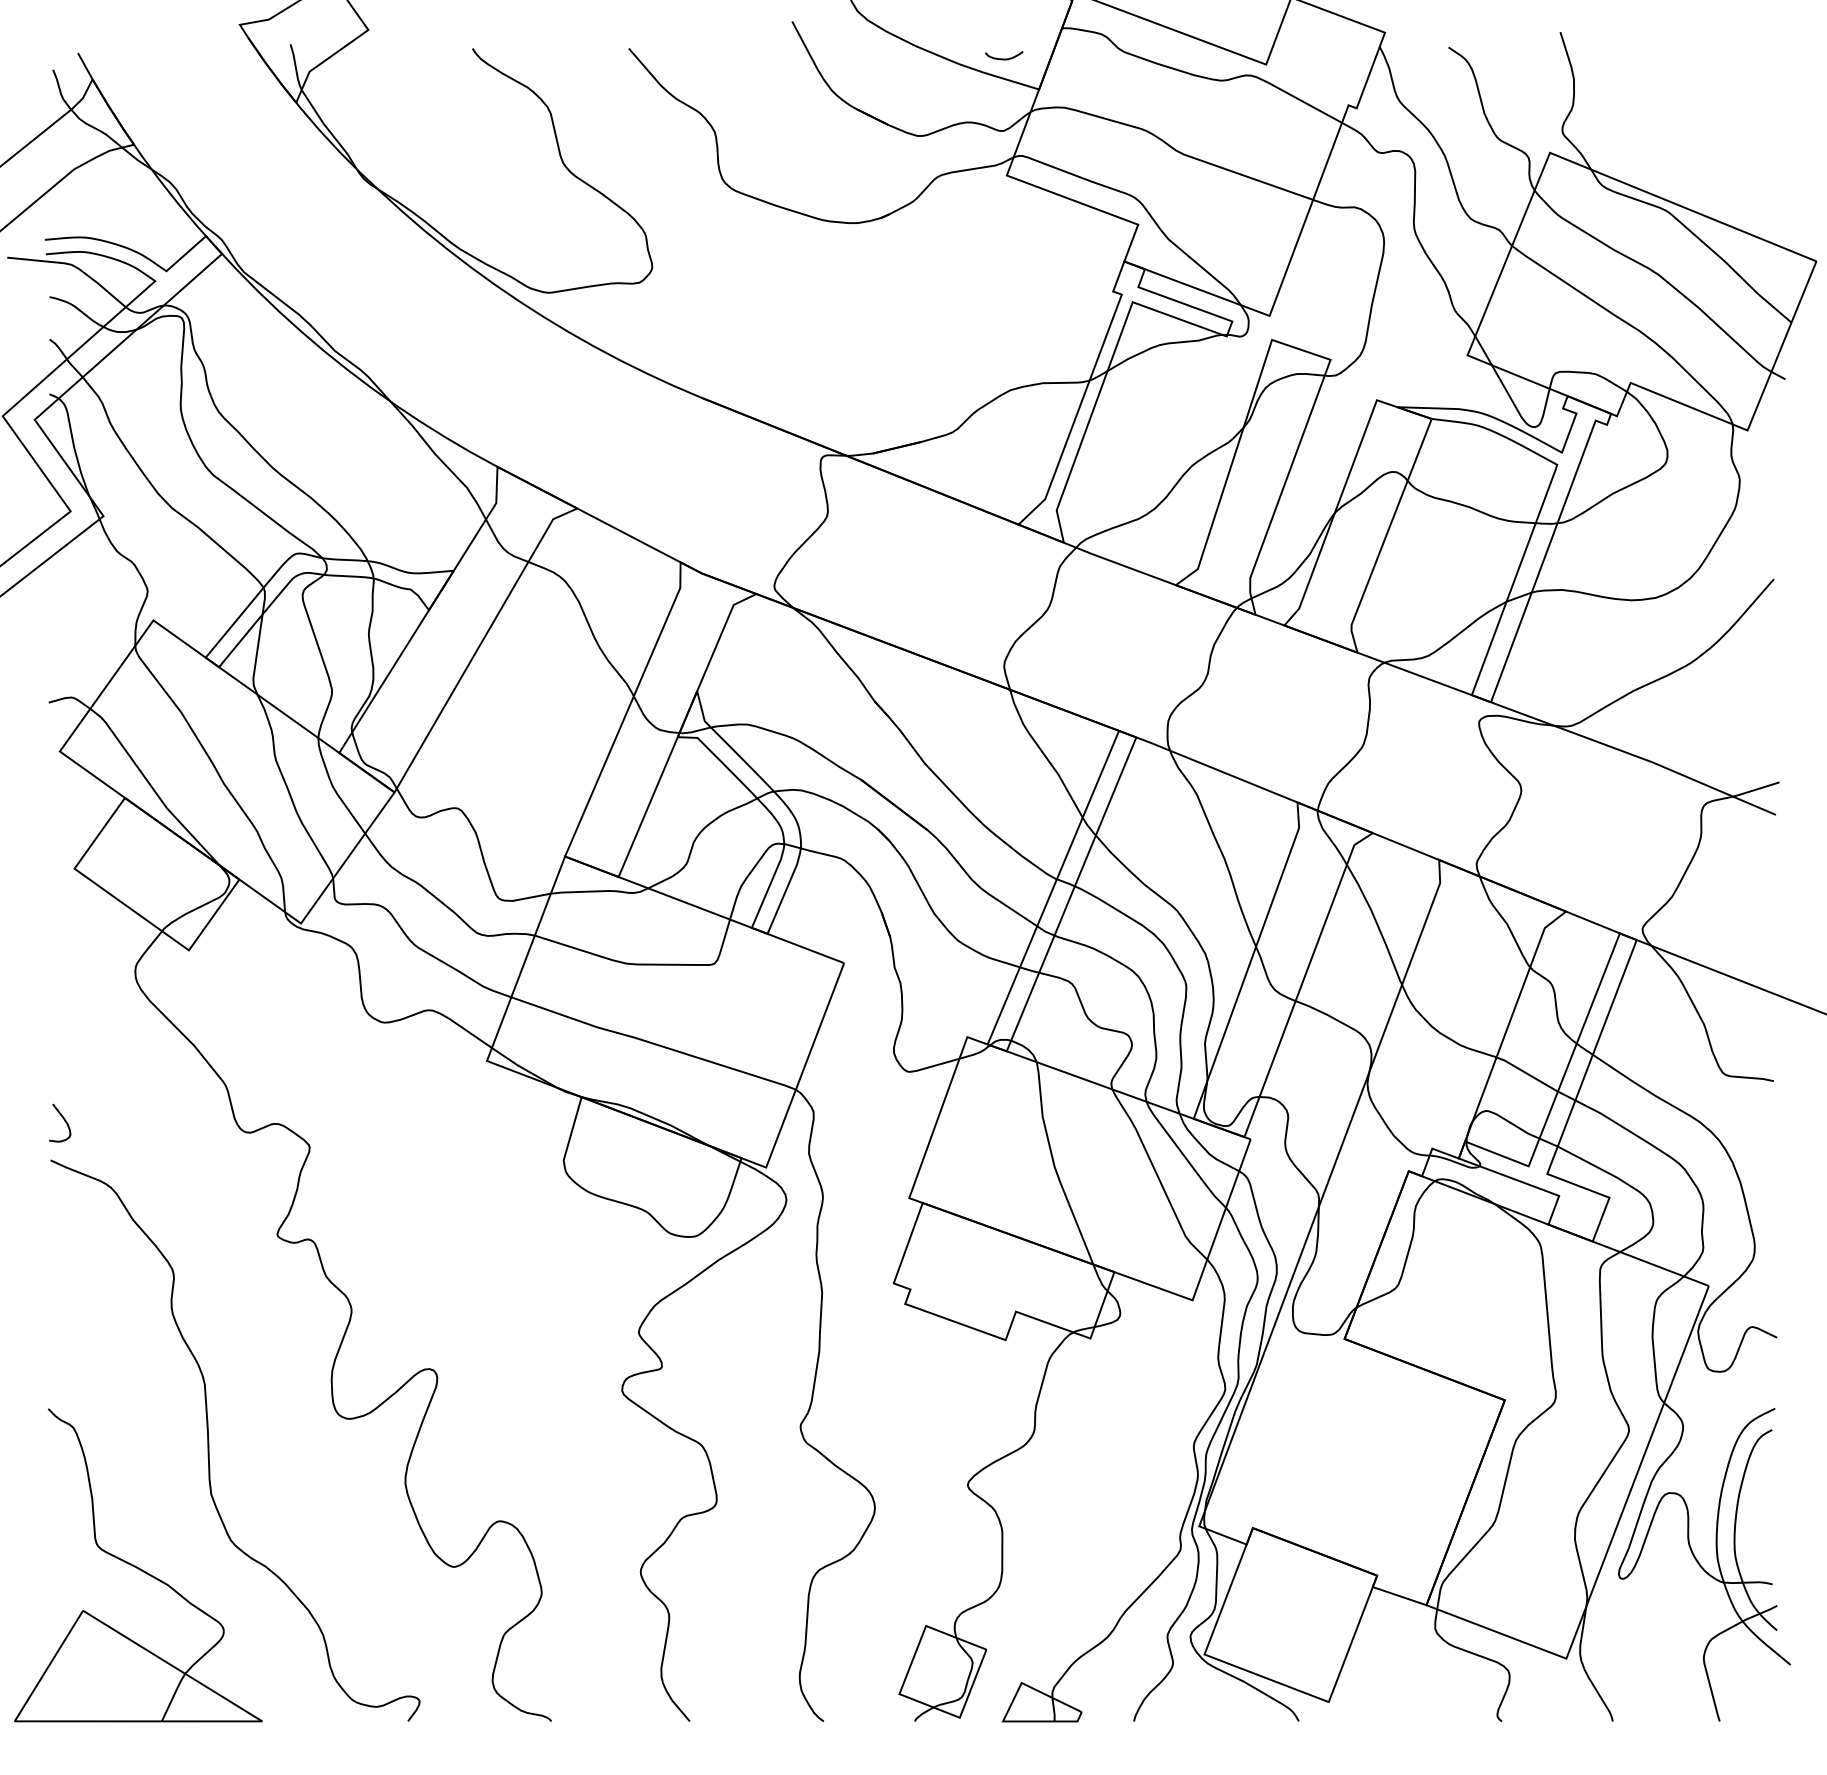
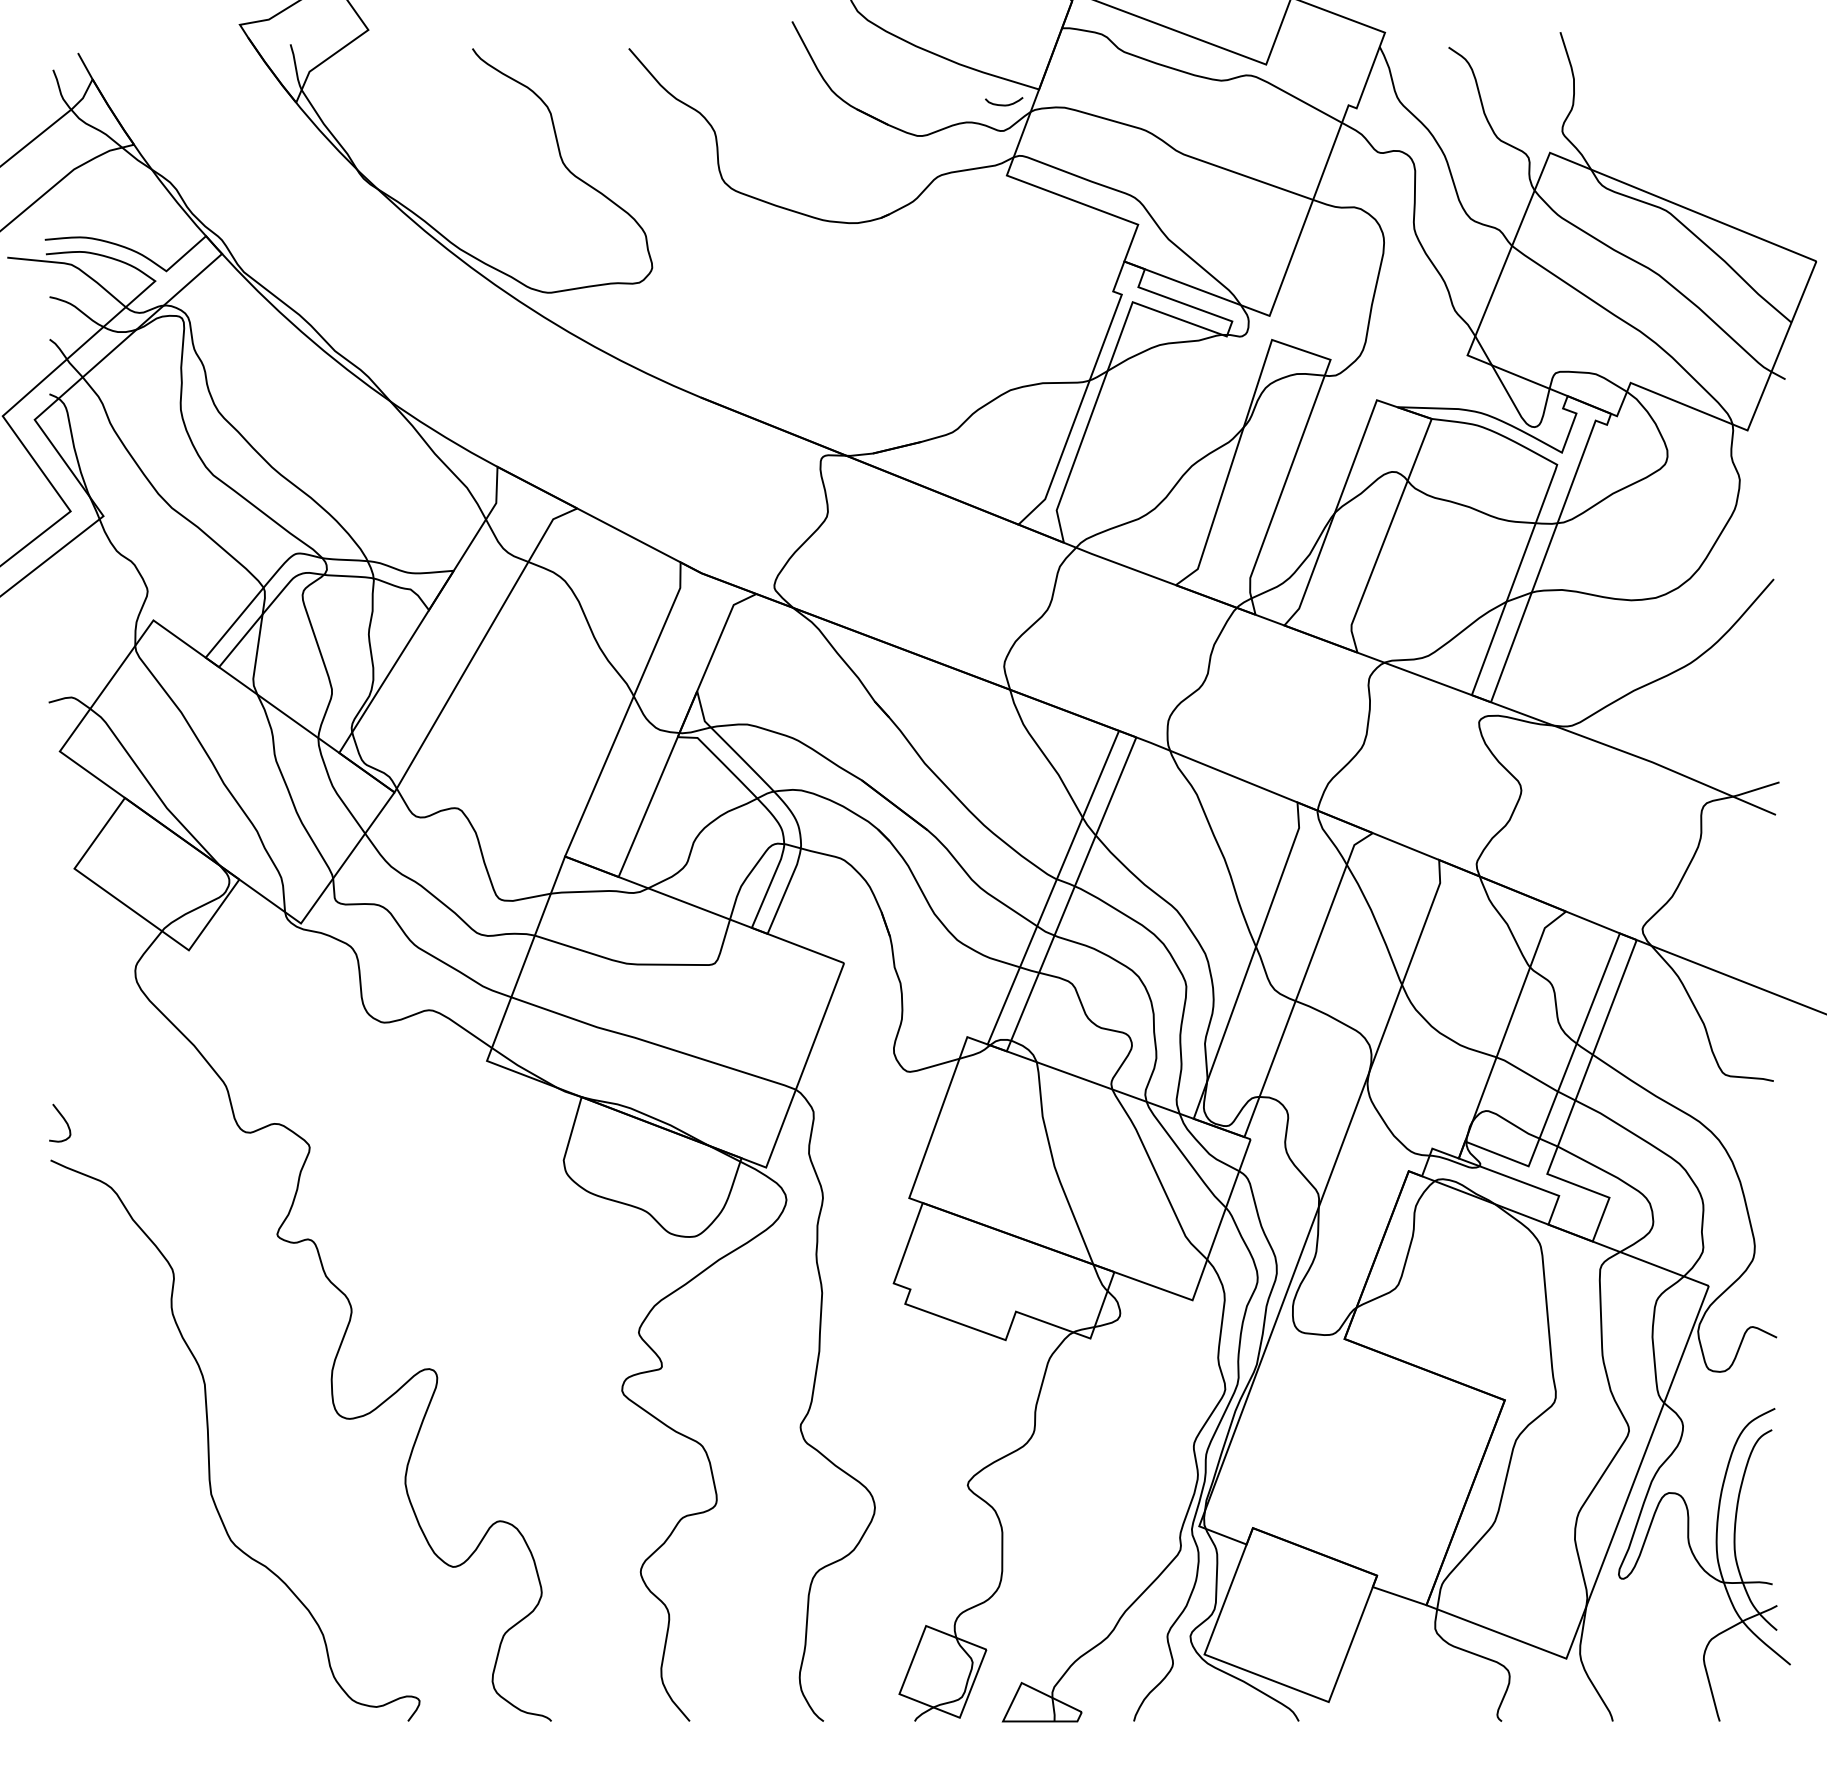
curve at (1004, 58) position: (1004, 58) -> (1004, 104)
part at (138, 1565): present -> none
